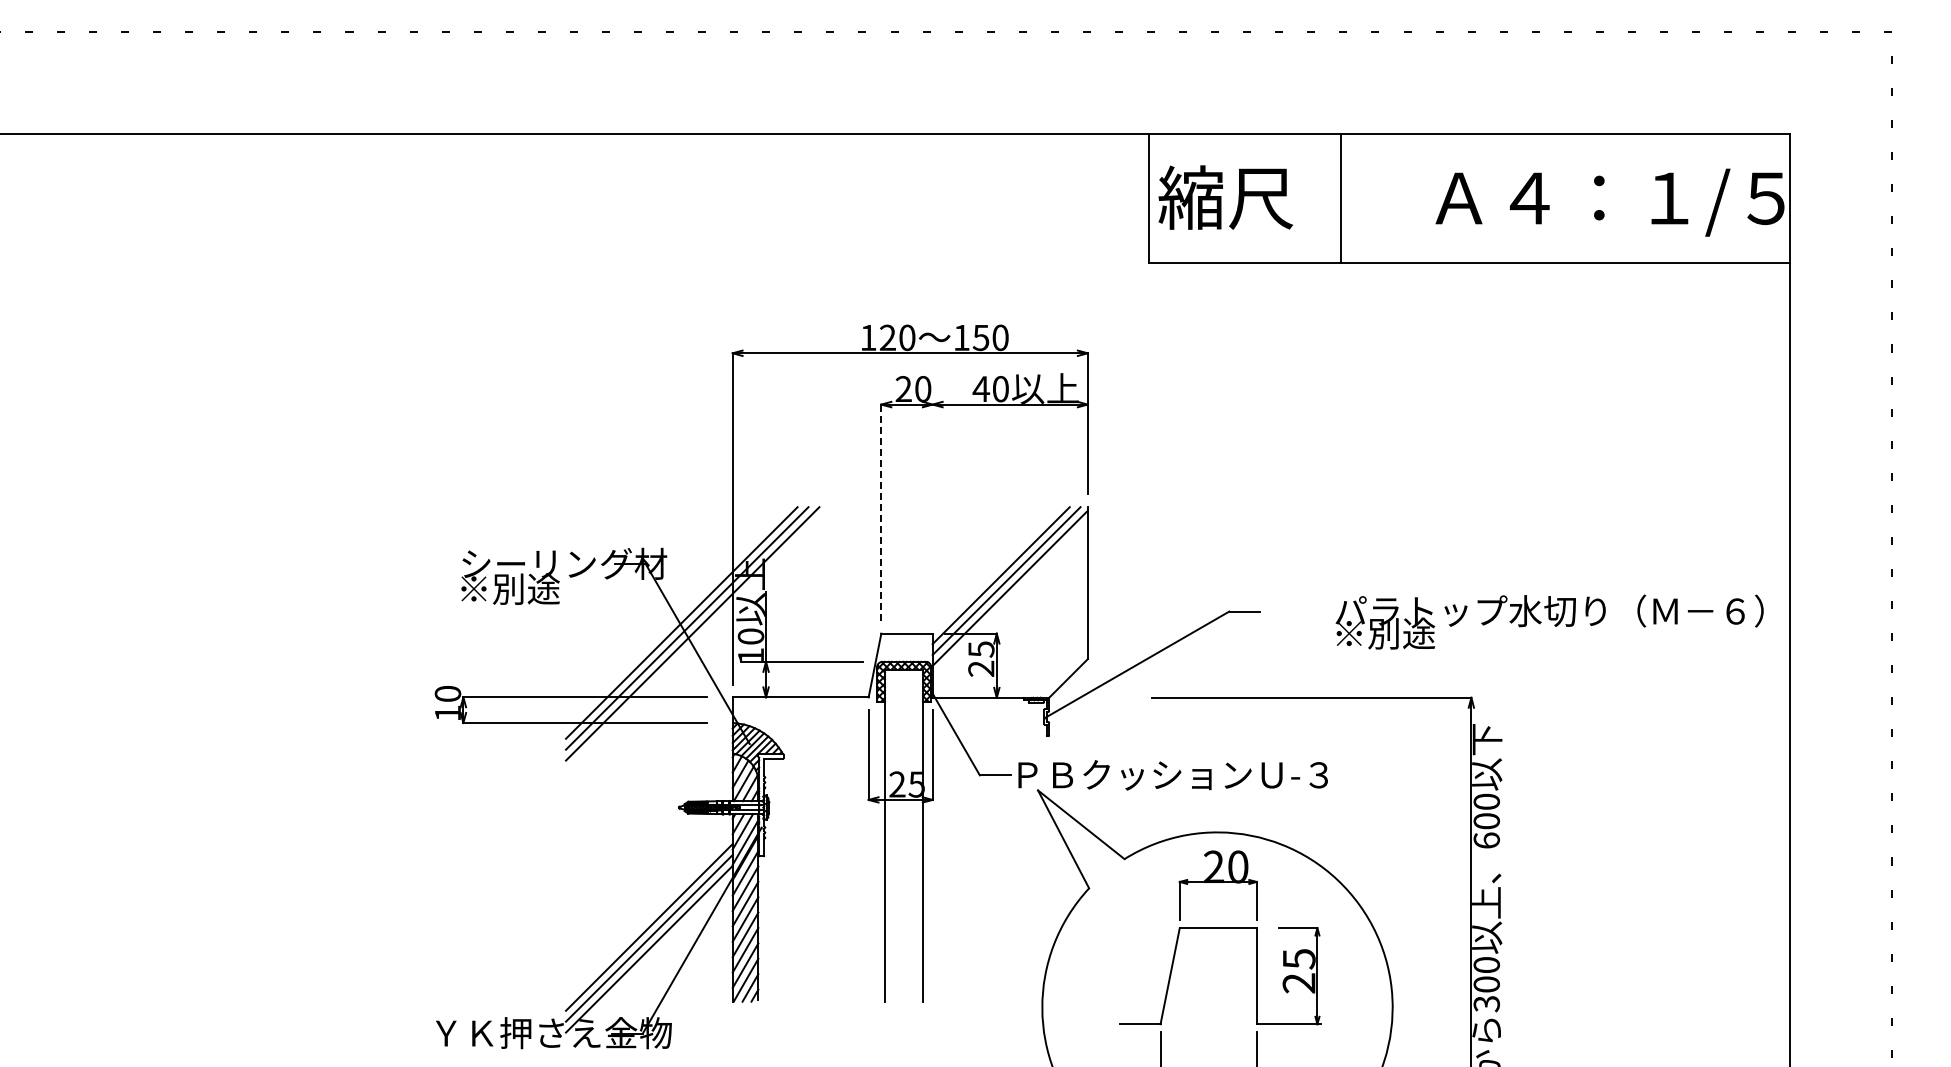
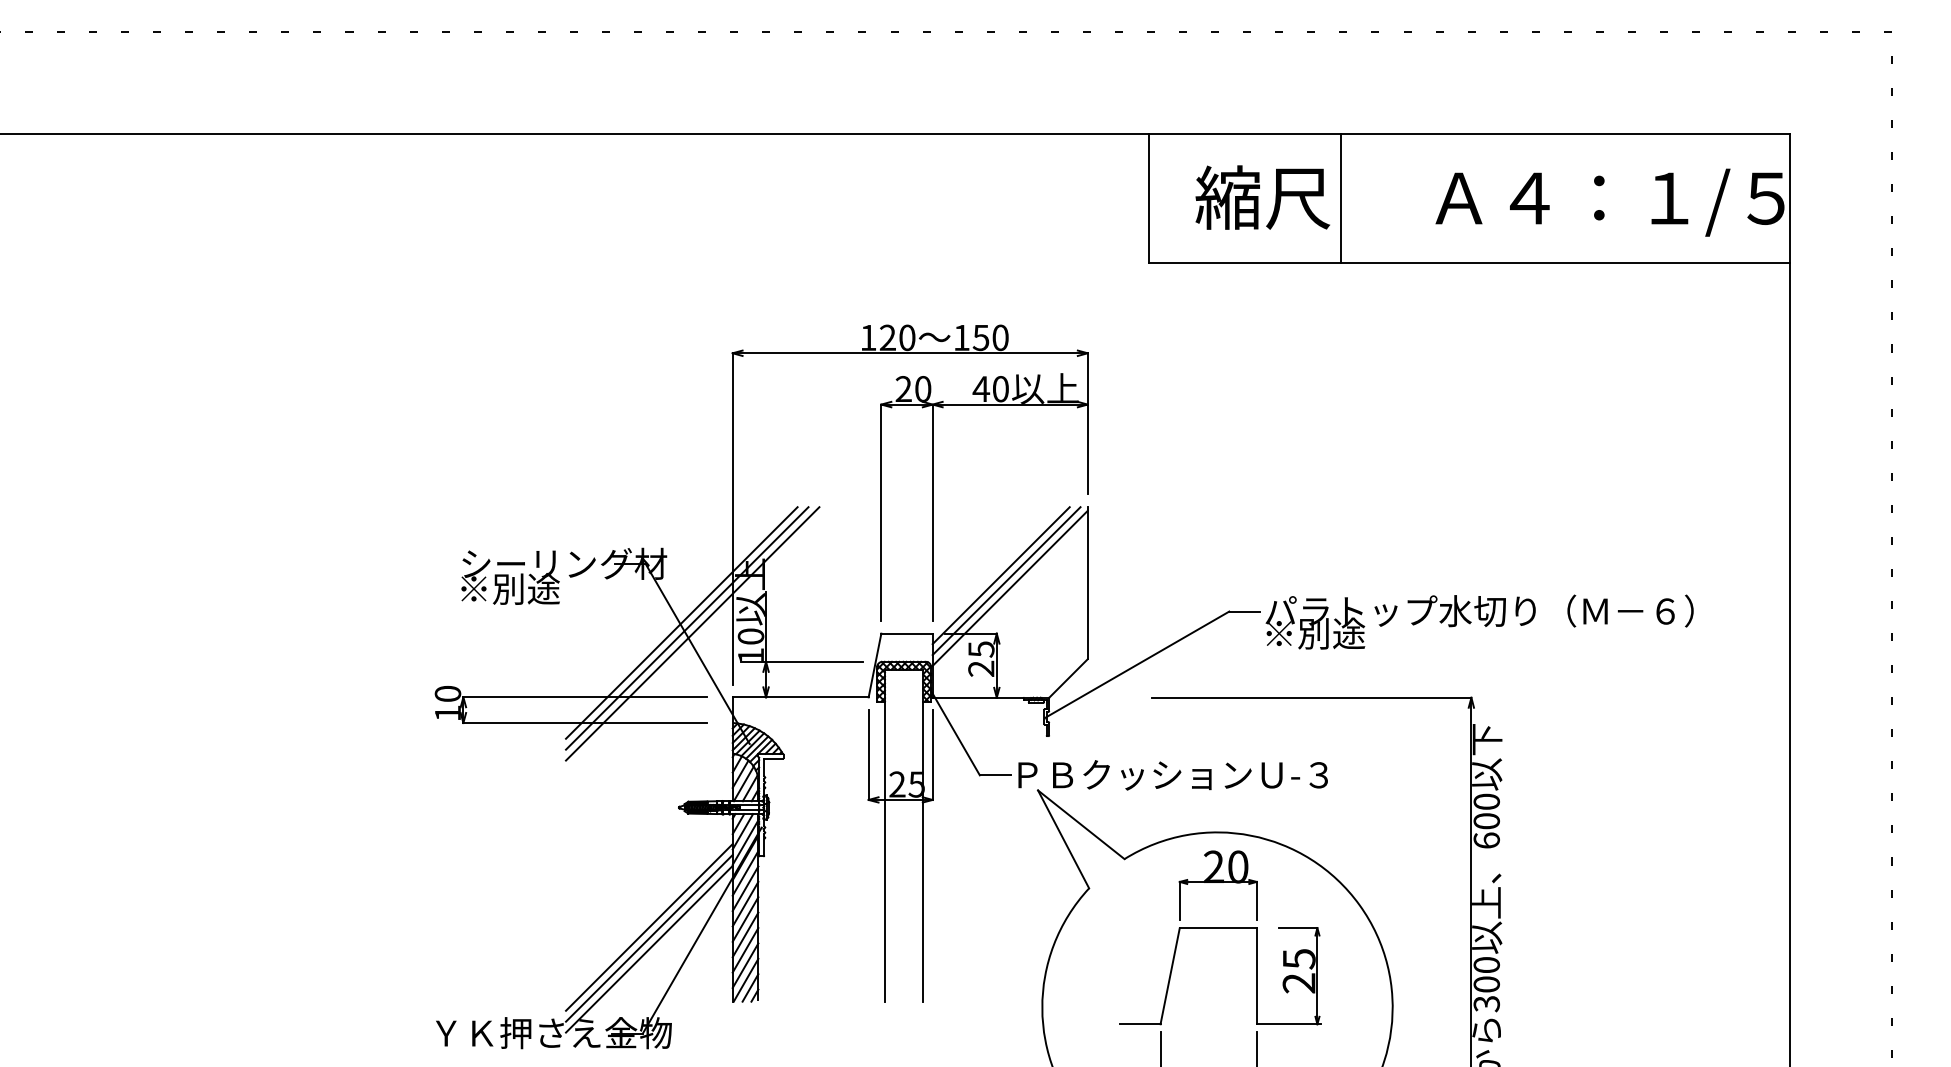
text at (1225, 197) position: (1225, 197) -> (1262, 197)
line at (932, 512): none -> present
line at (881, 513): dashed -> solid
text at (1549, 621) position: (1549, 621) -> (1479, 621)
